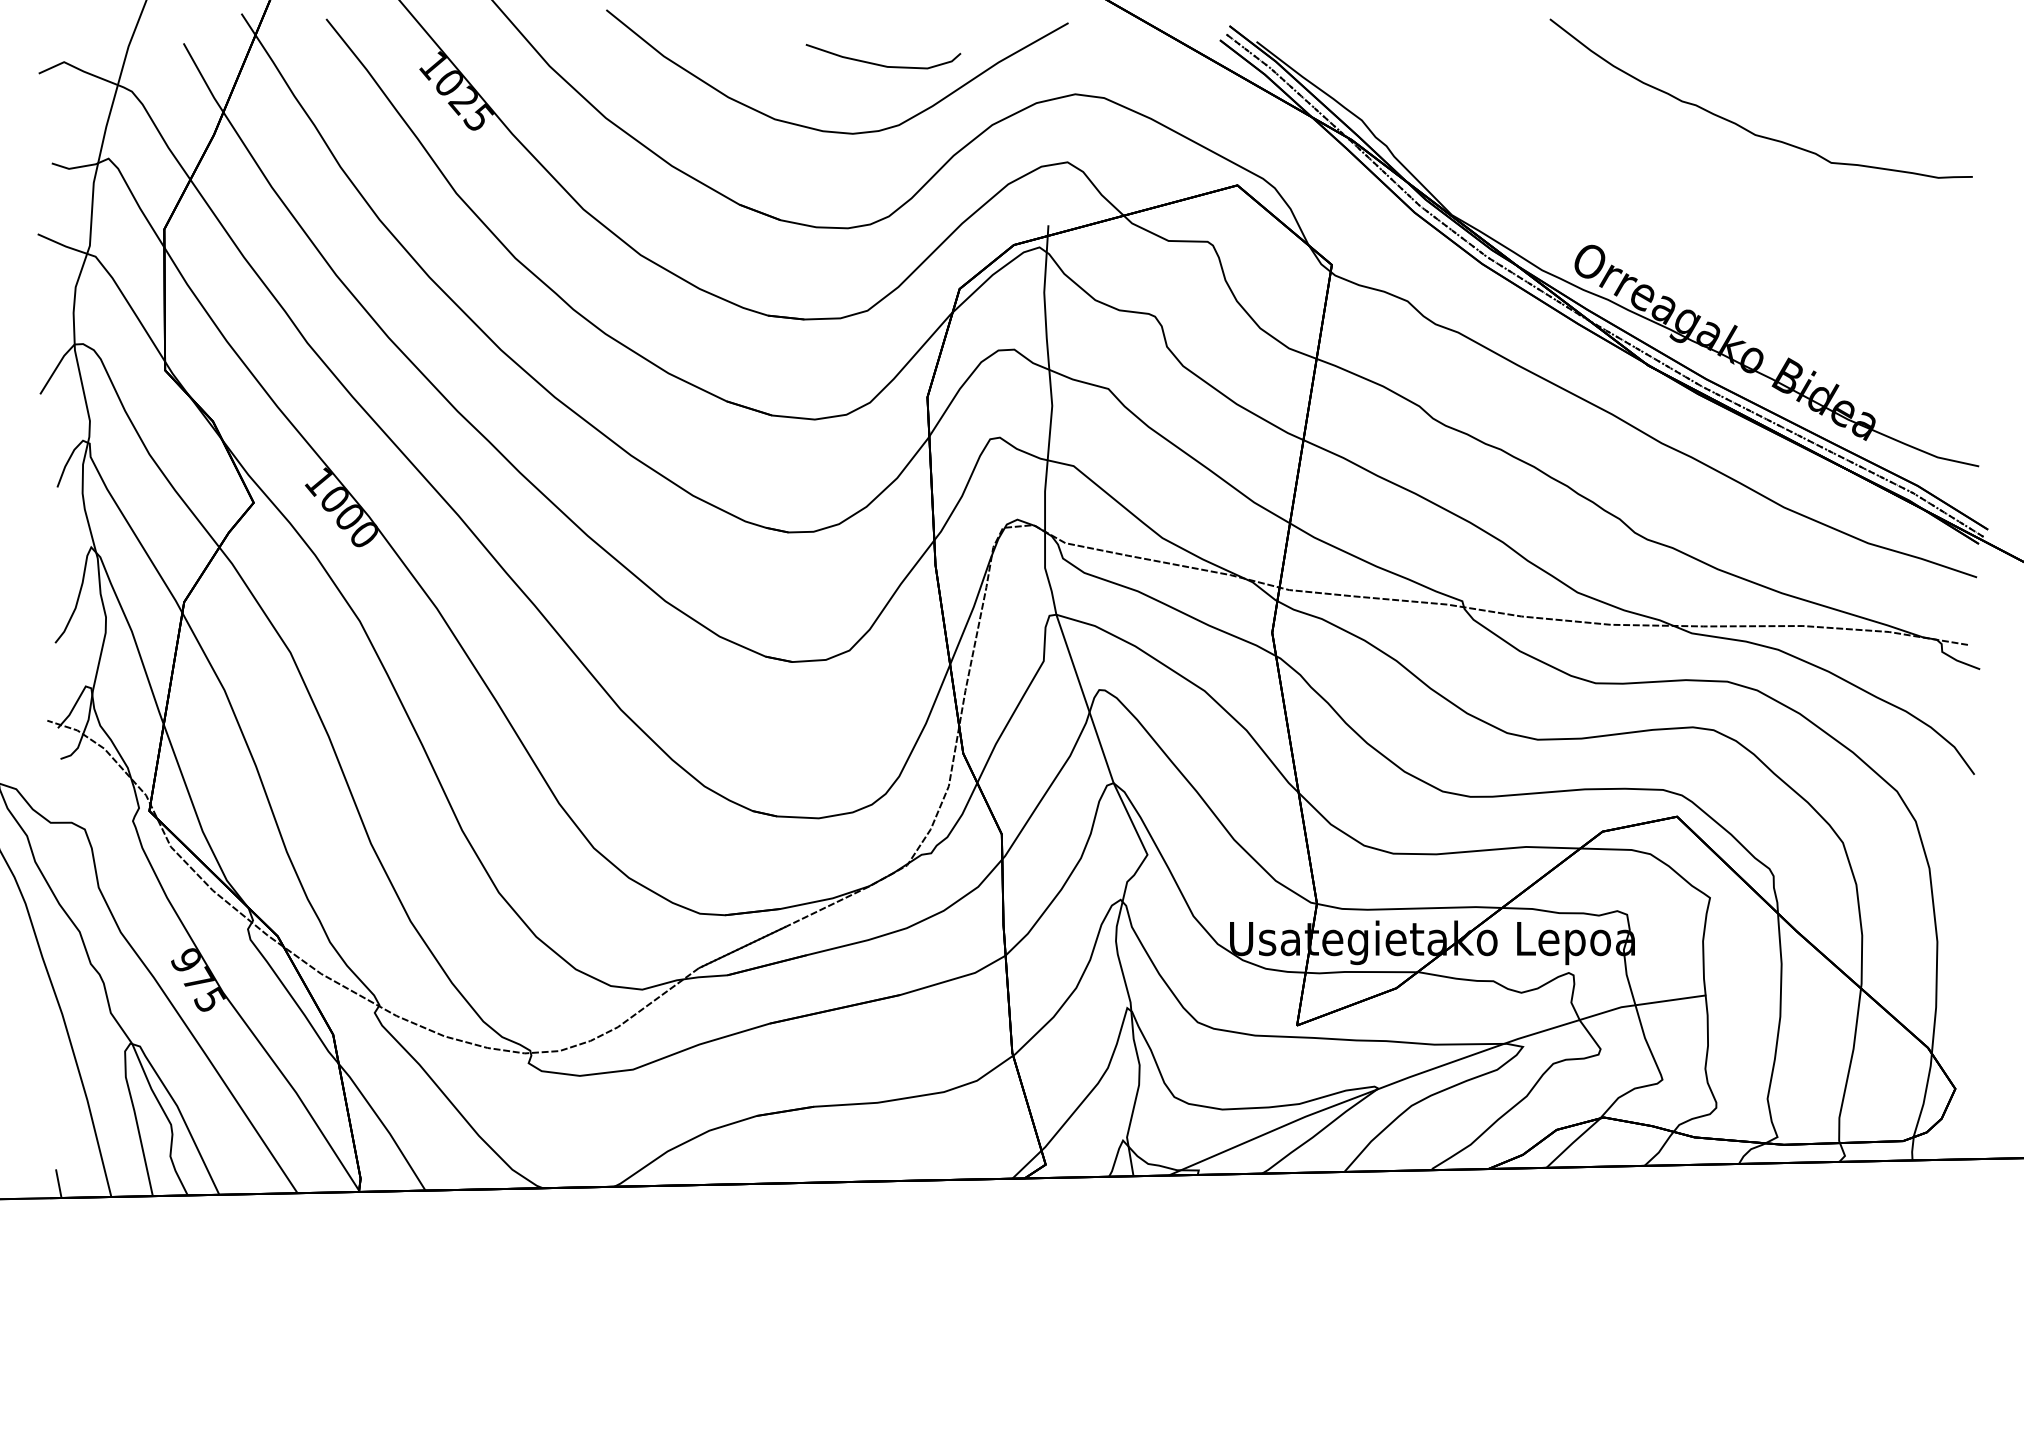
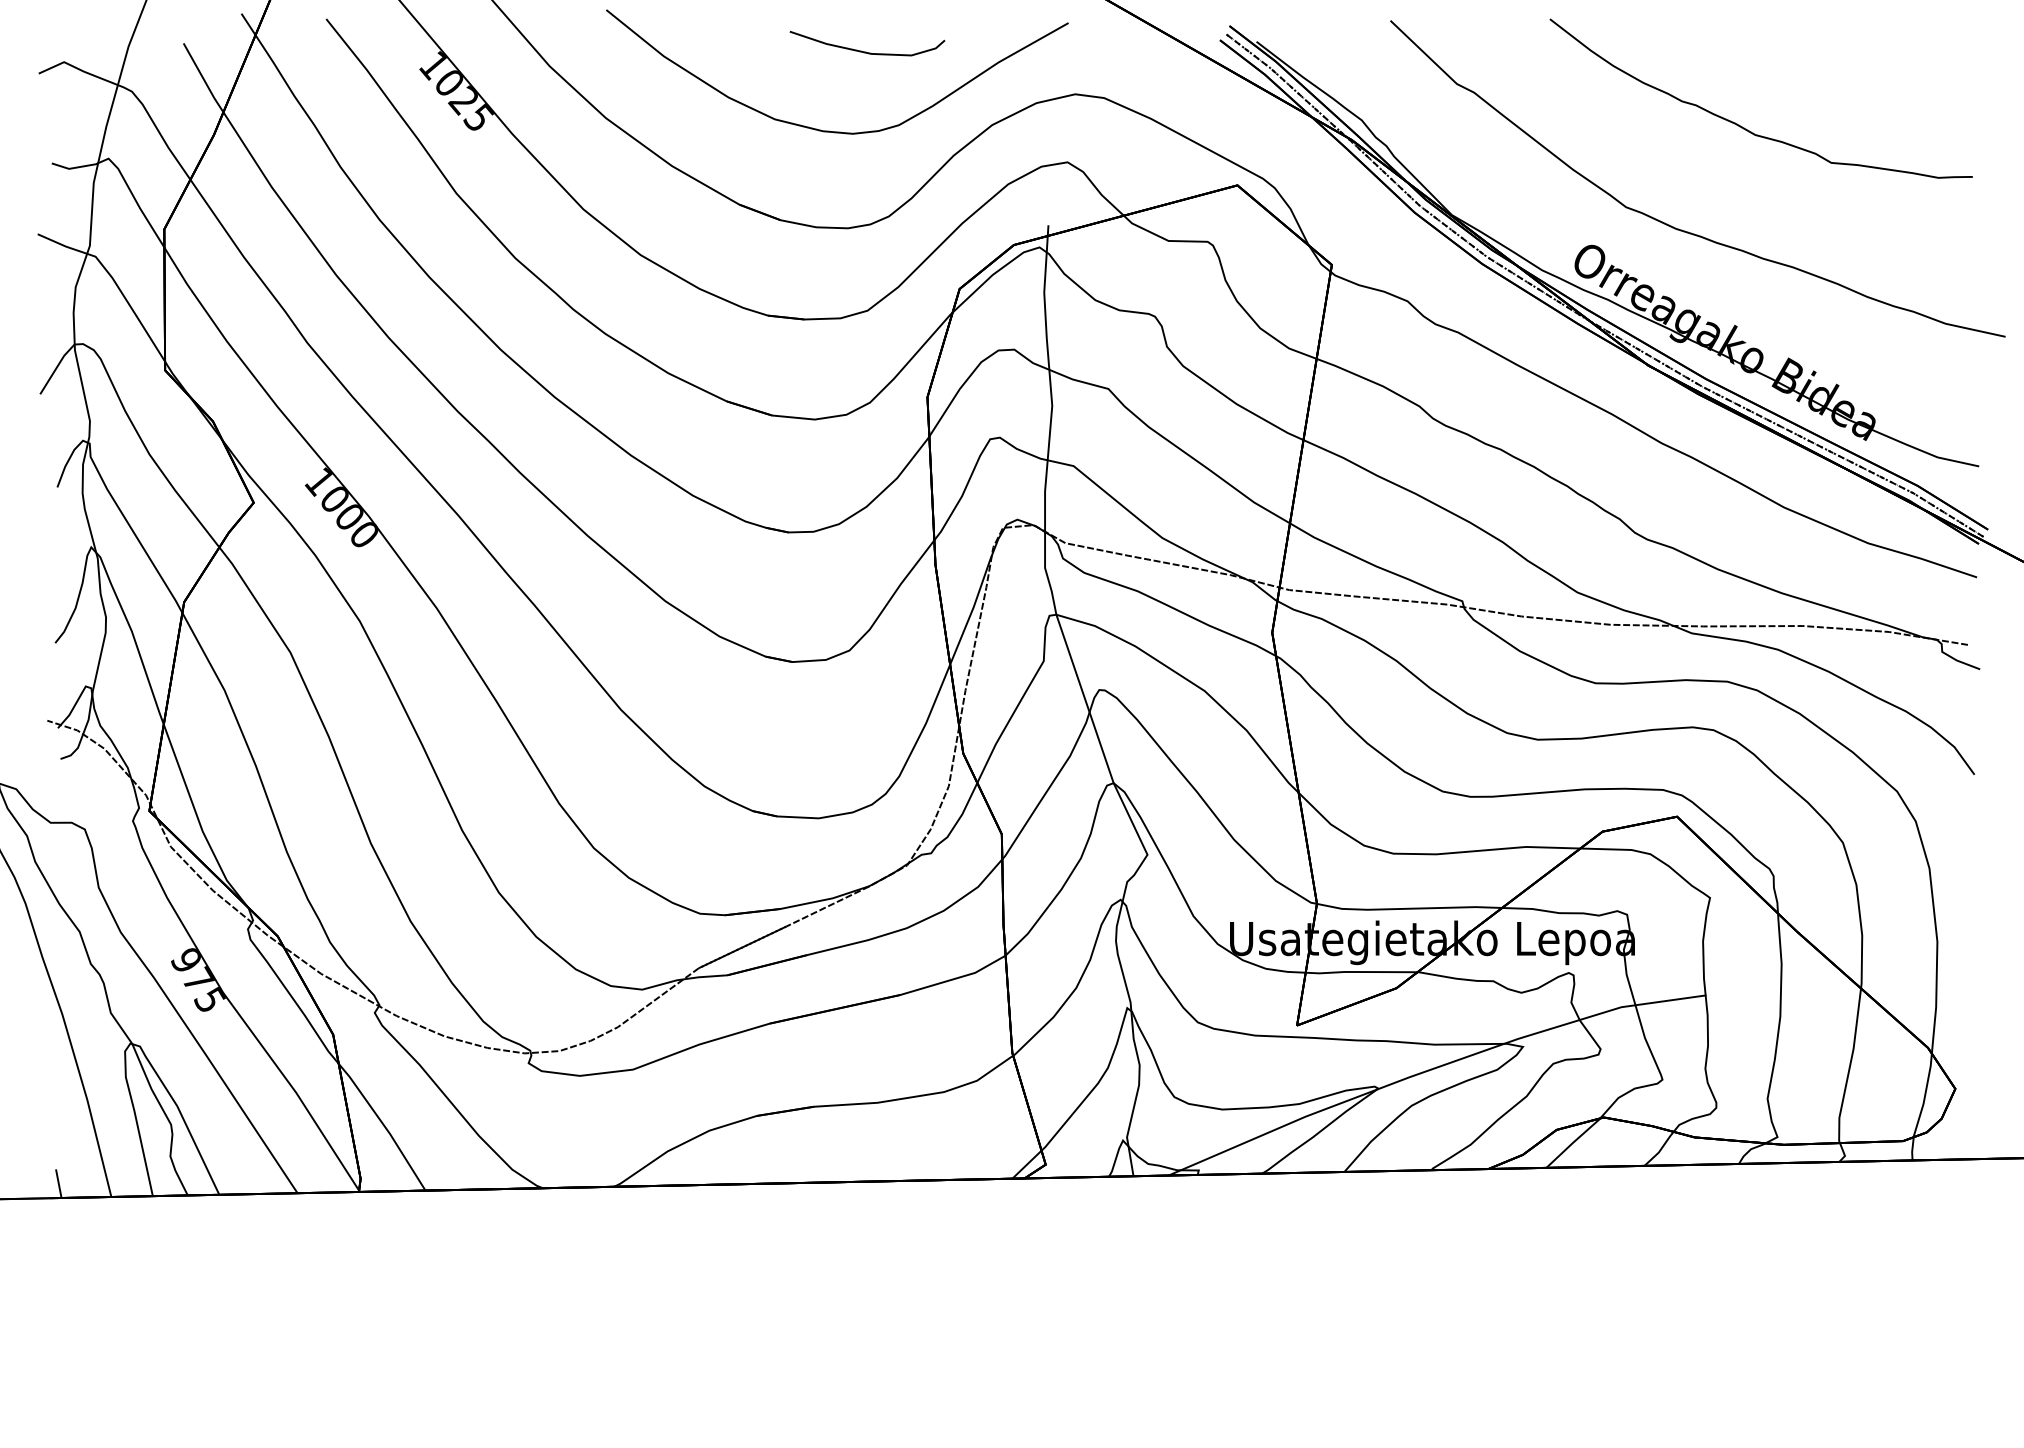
curve at (882, 64) position: (882, 64) -> (866, 51)
curve at (1685, 230): none -> present
